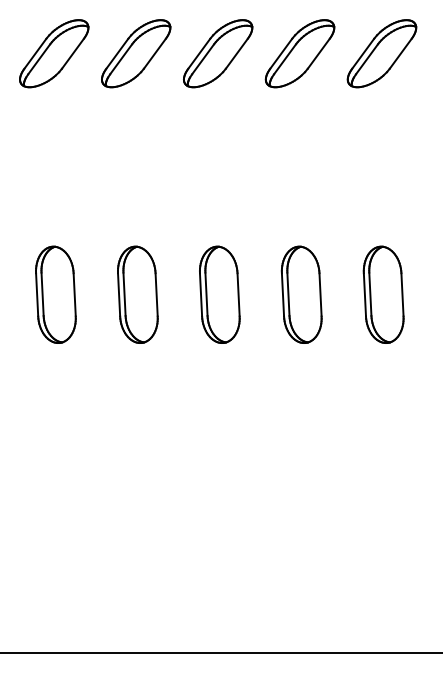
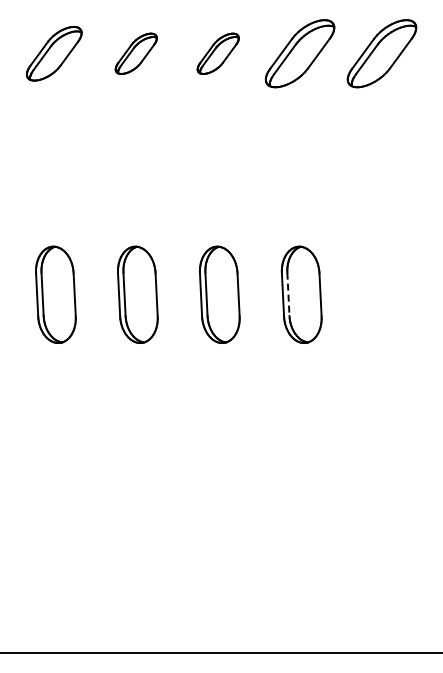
part at (54, 53) size: 71x70 px -> 58x56 px
part at (136, 53) size: 71x70 px -> 44x43 px
part at (218, 53) size: 71x70 px -> 44x43 px
line at (288, 294): solid -> dashed
part at (383, 294): present -> none
